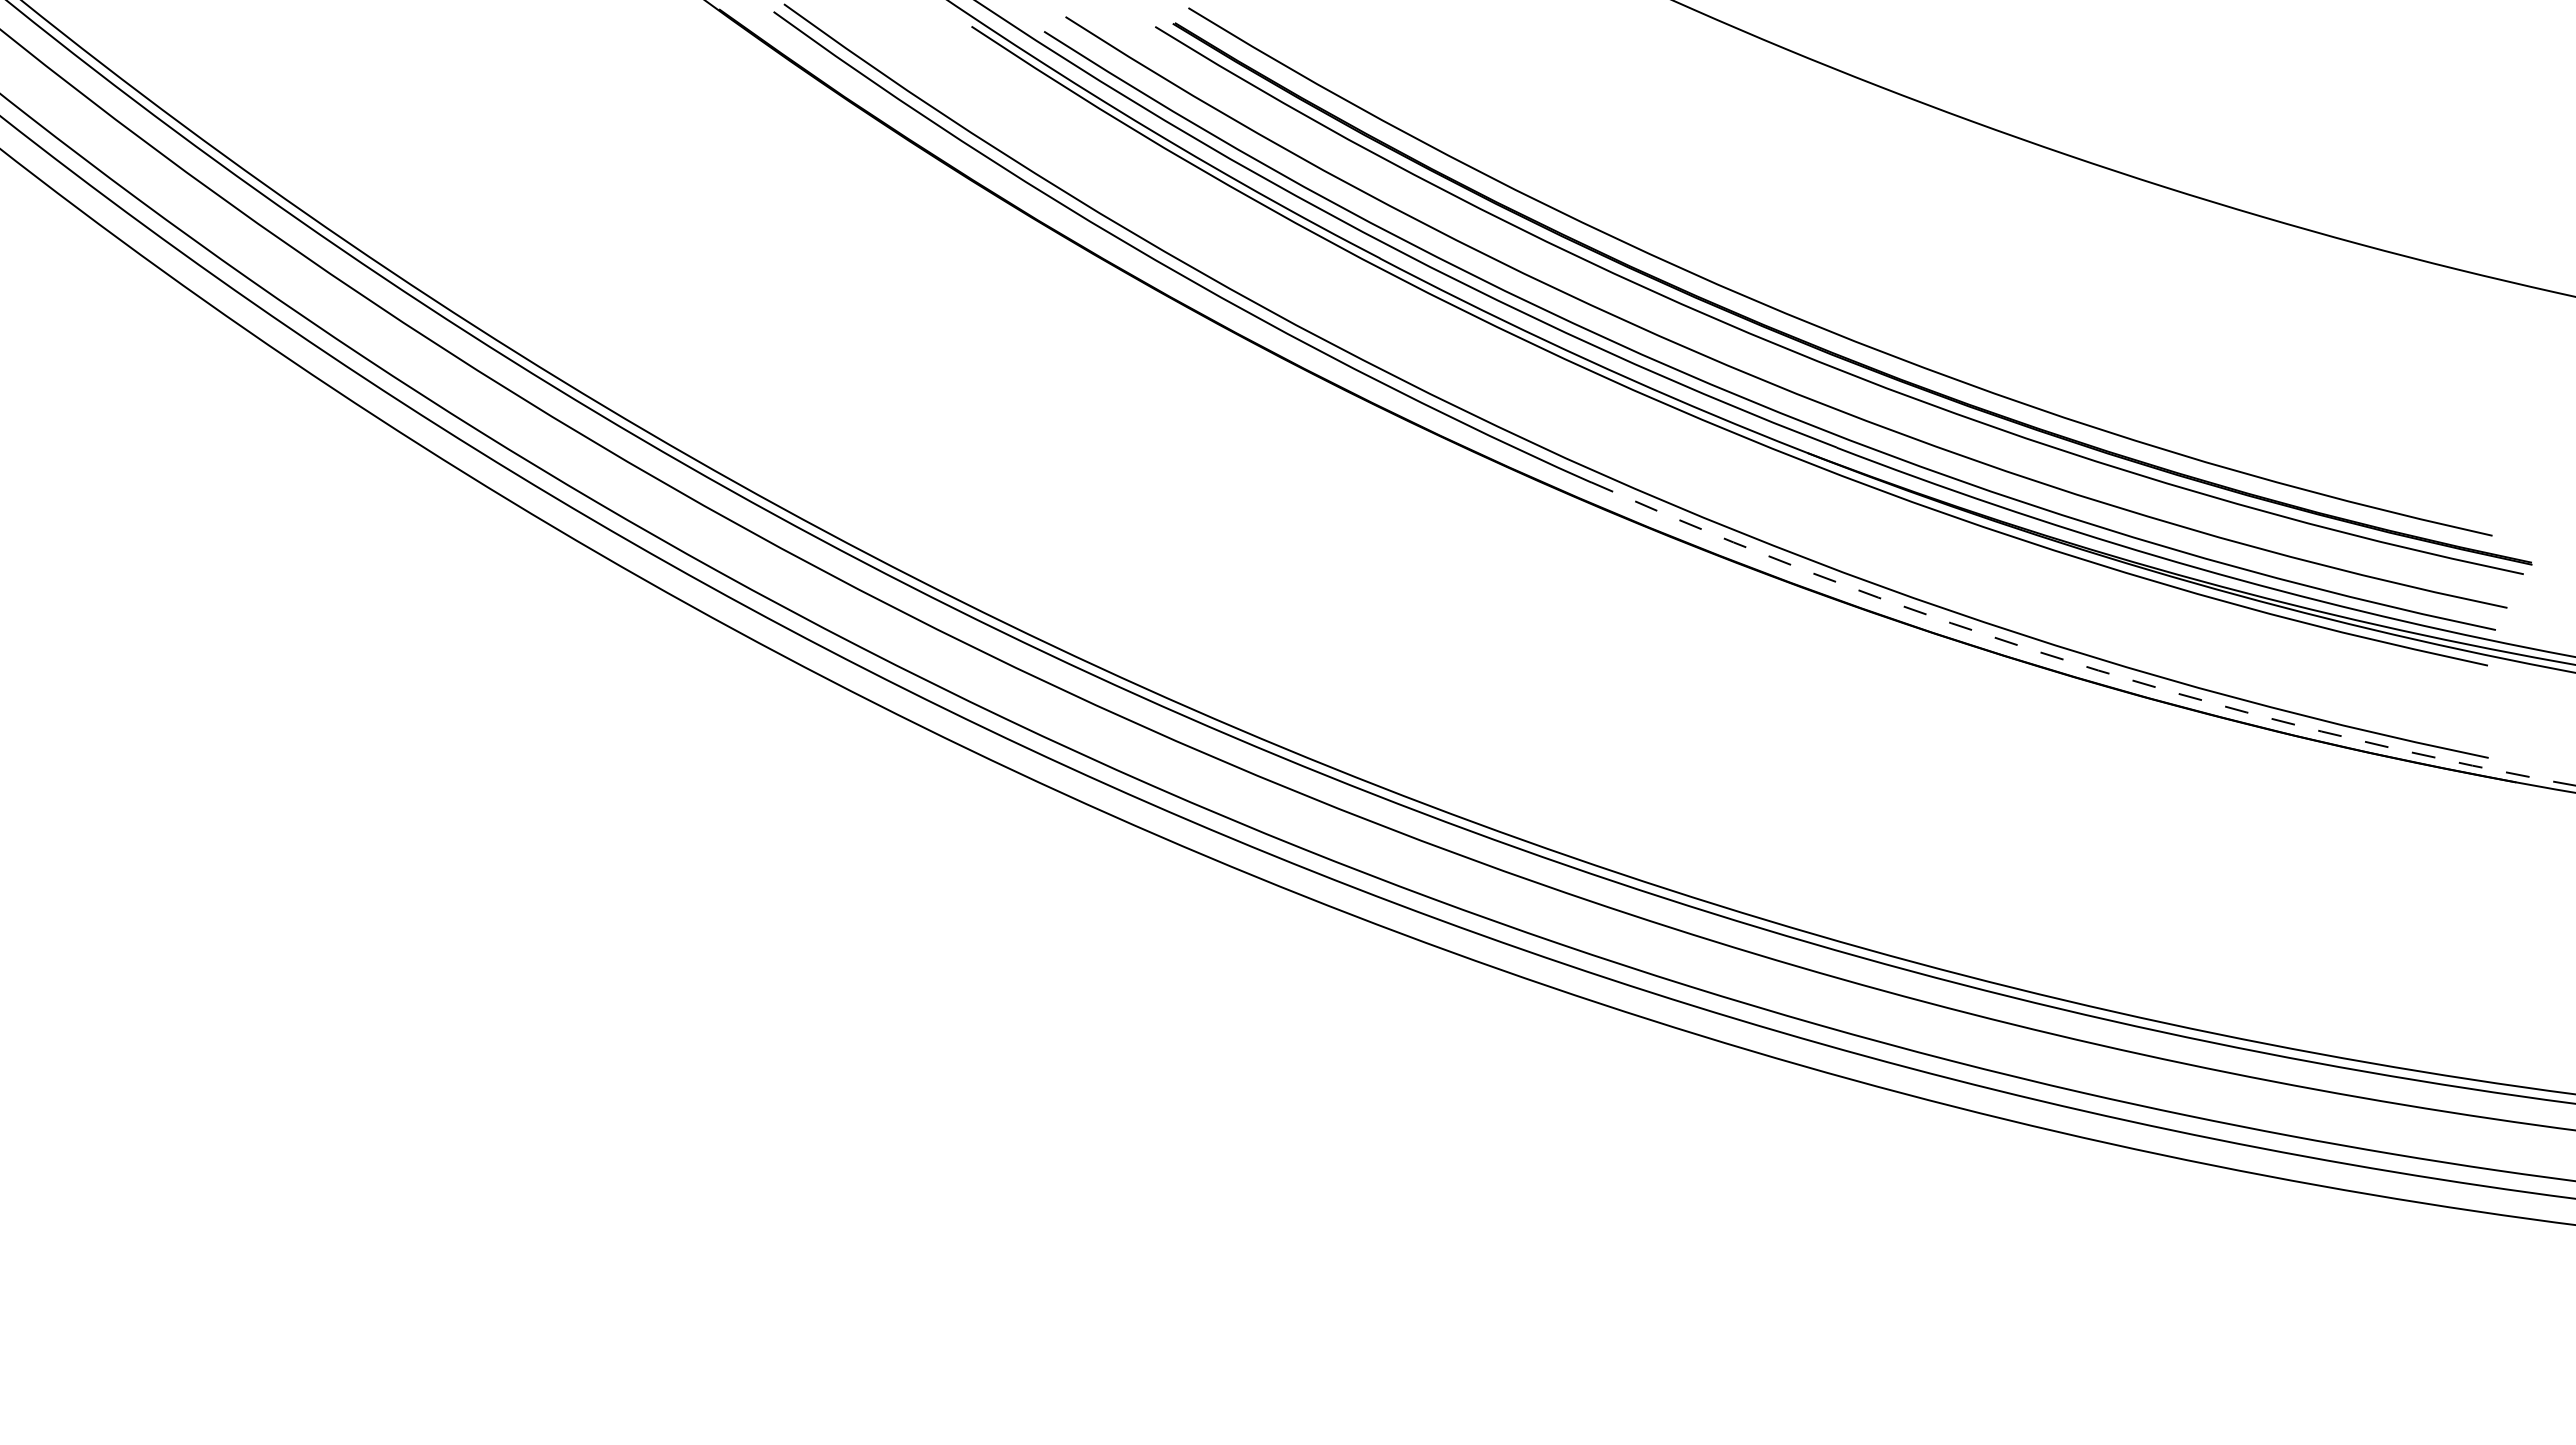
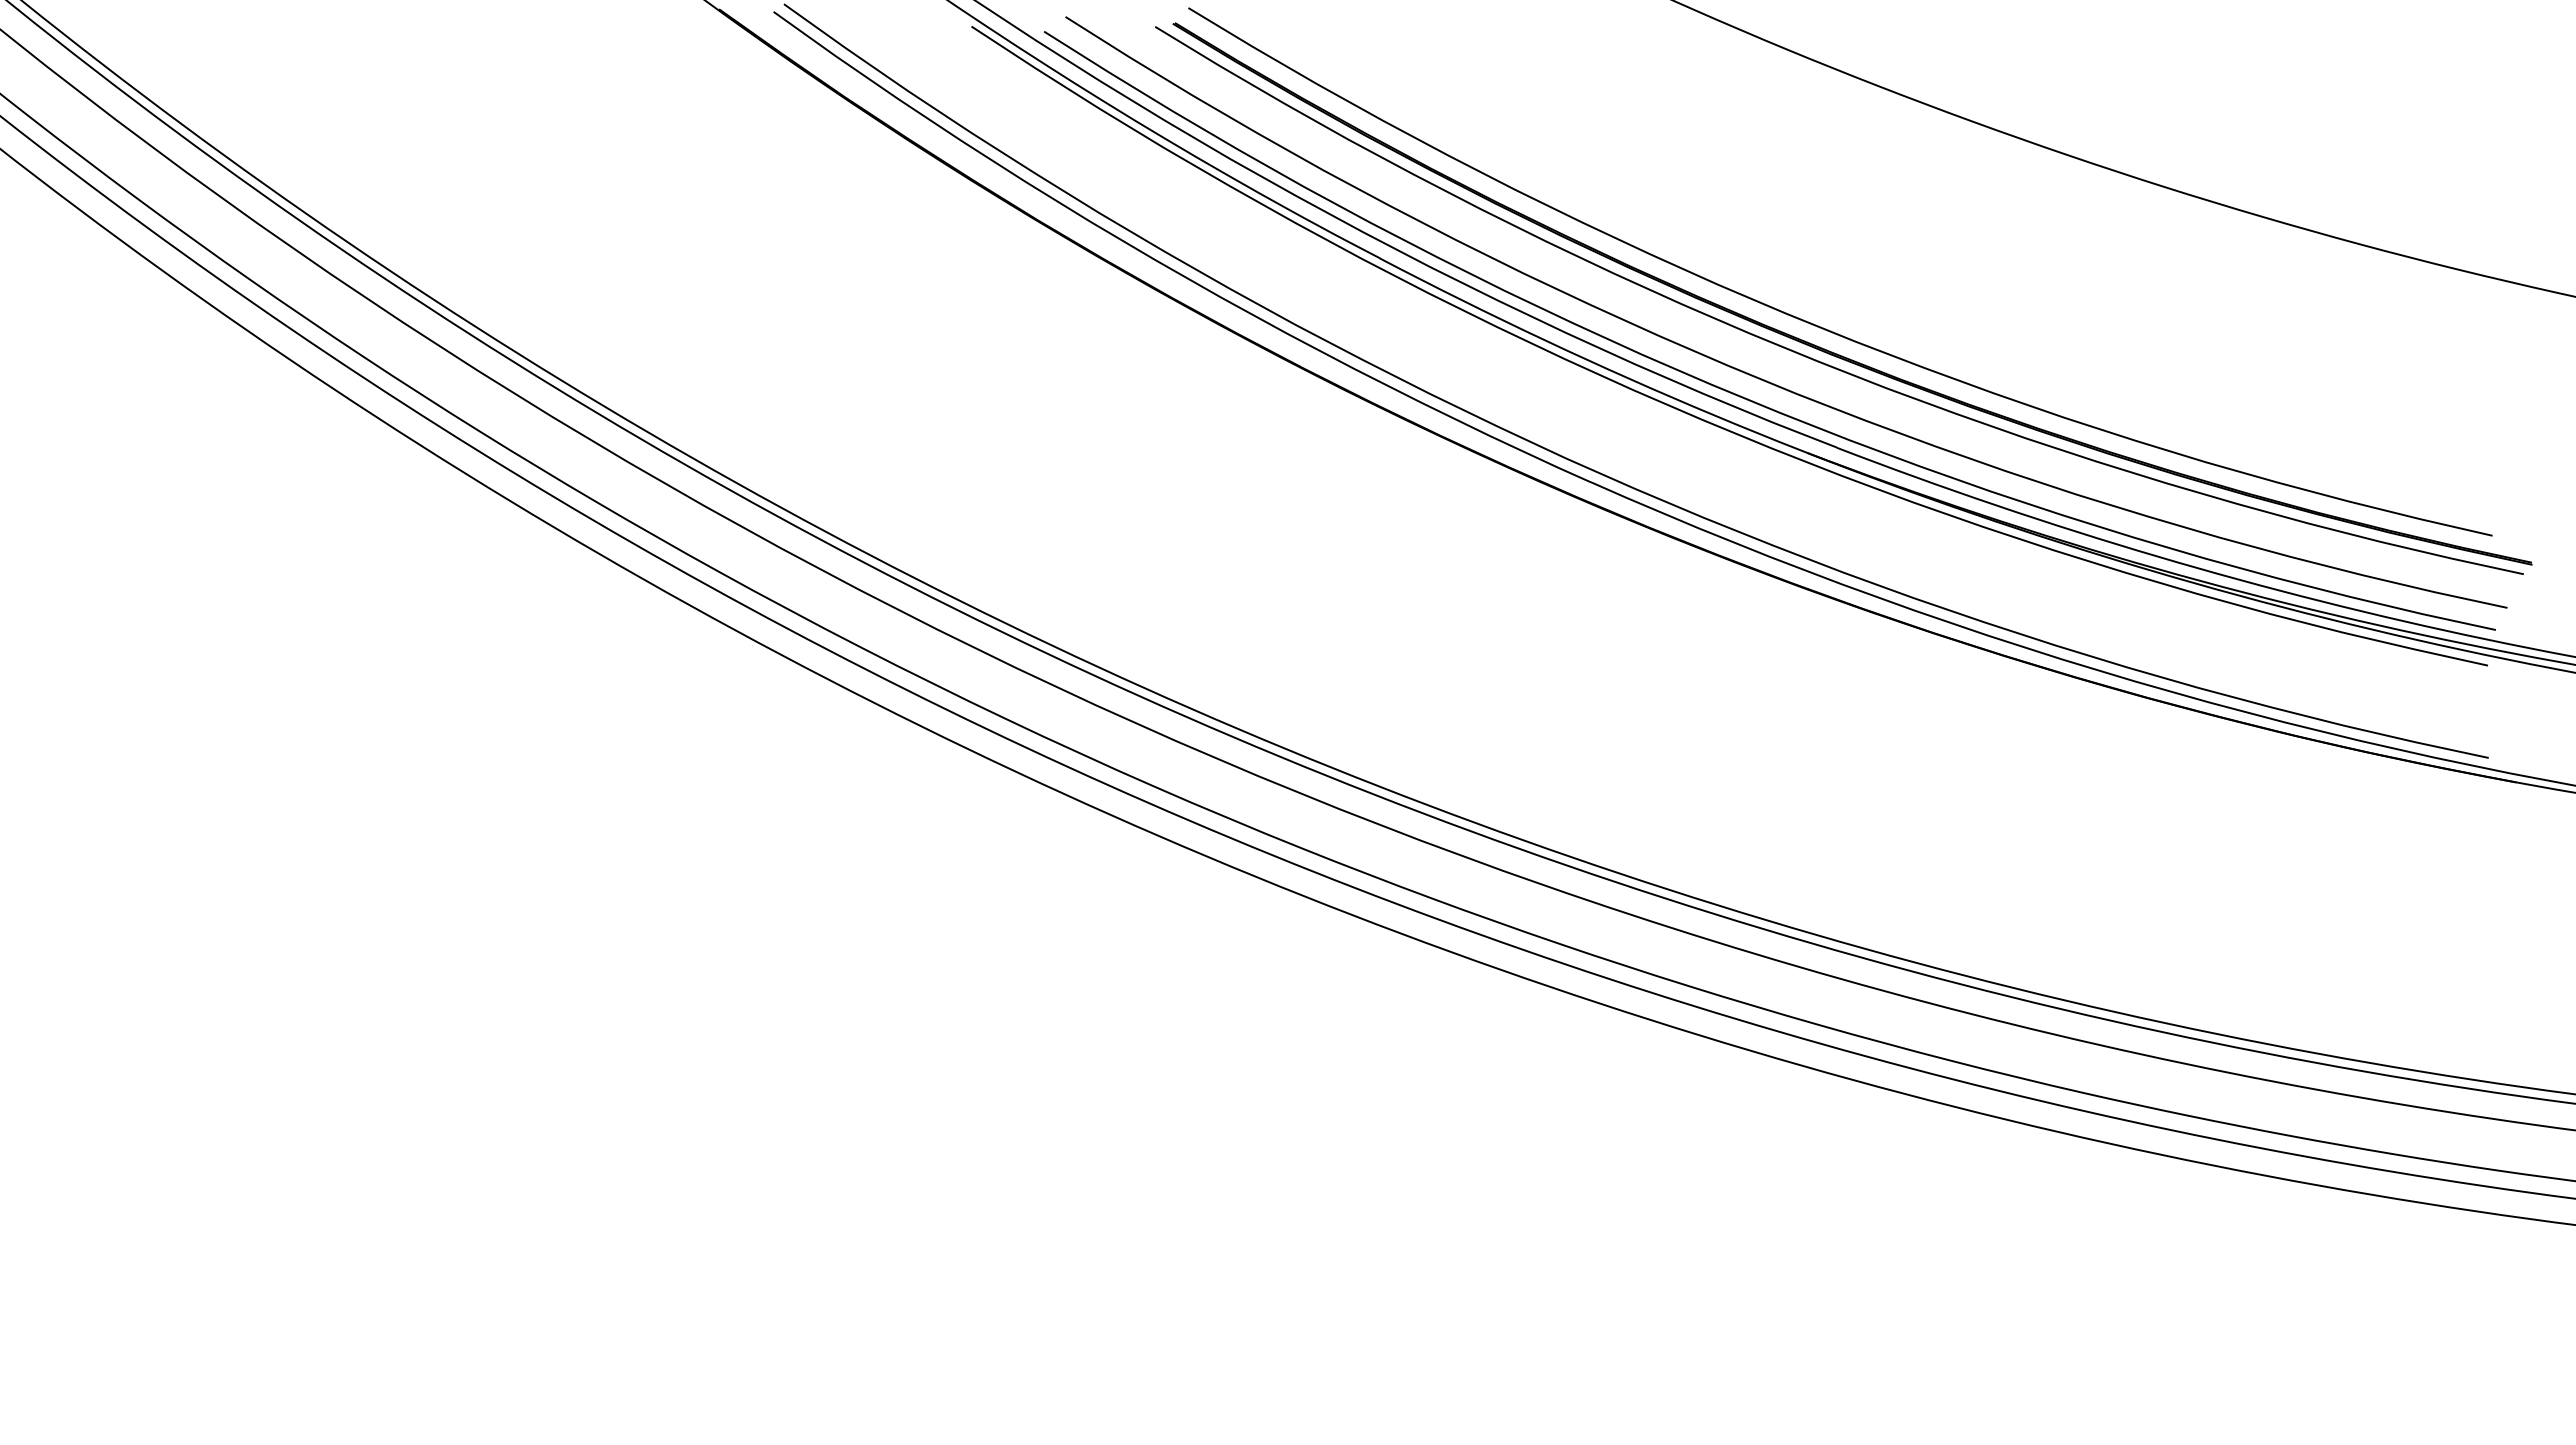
arc at (2074, 663): dashed -> solid
